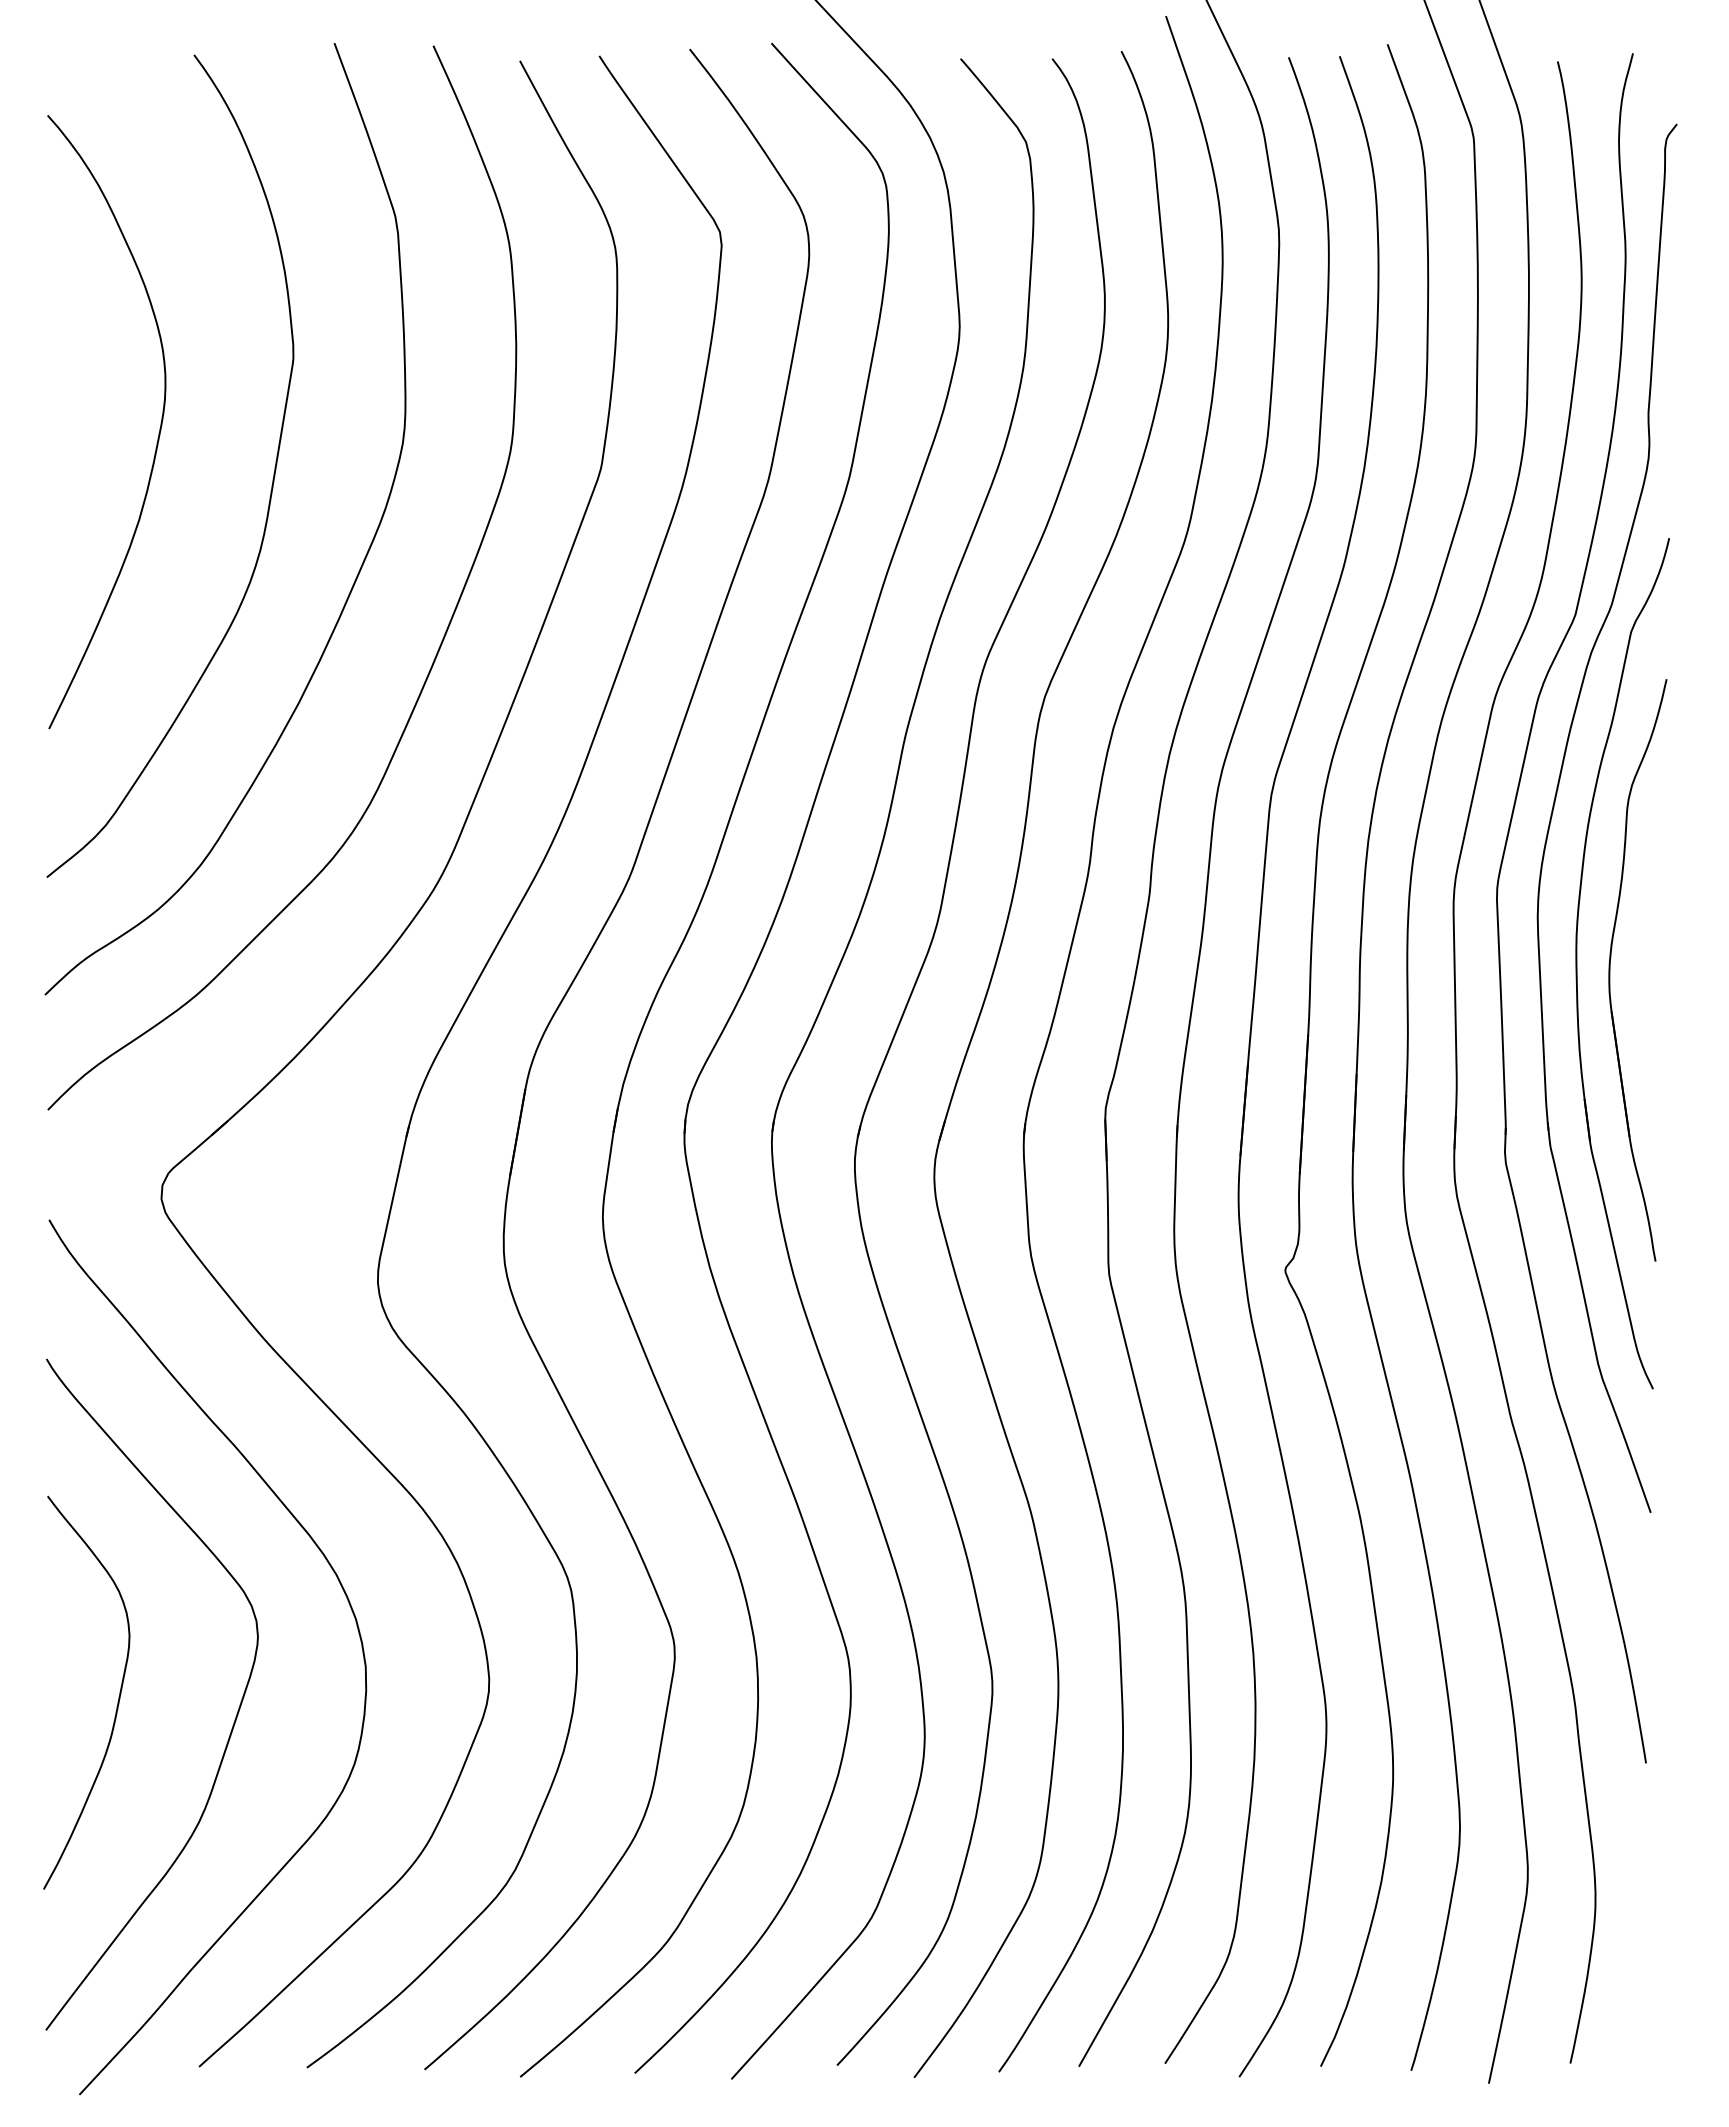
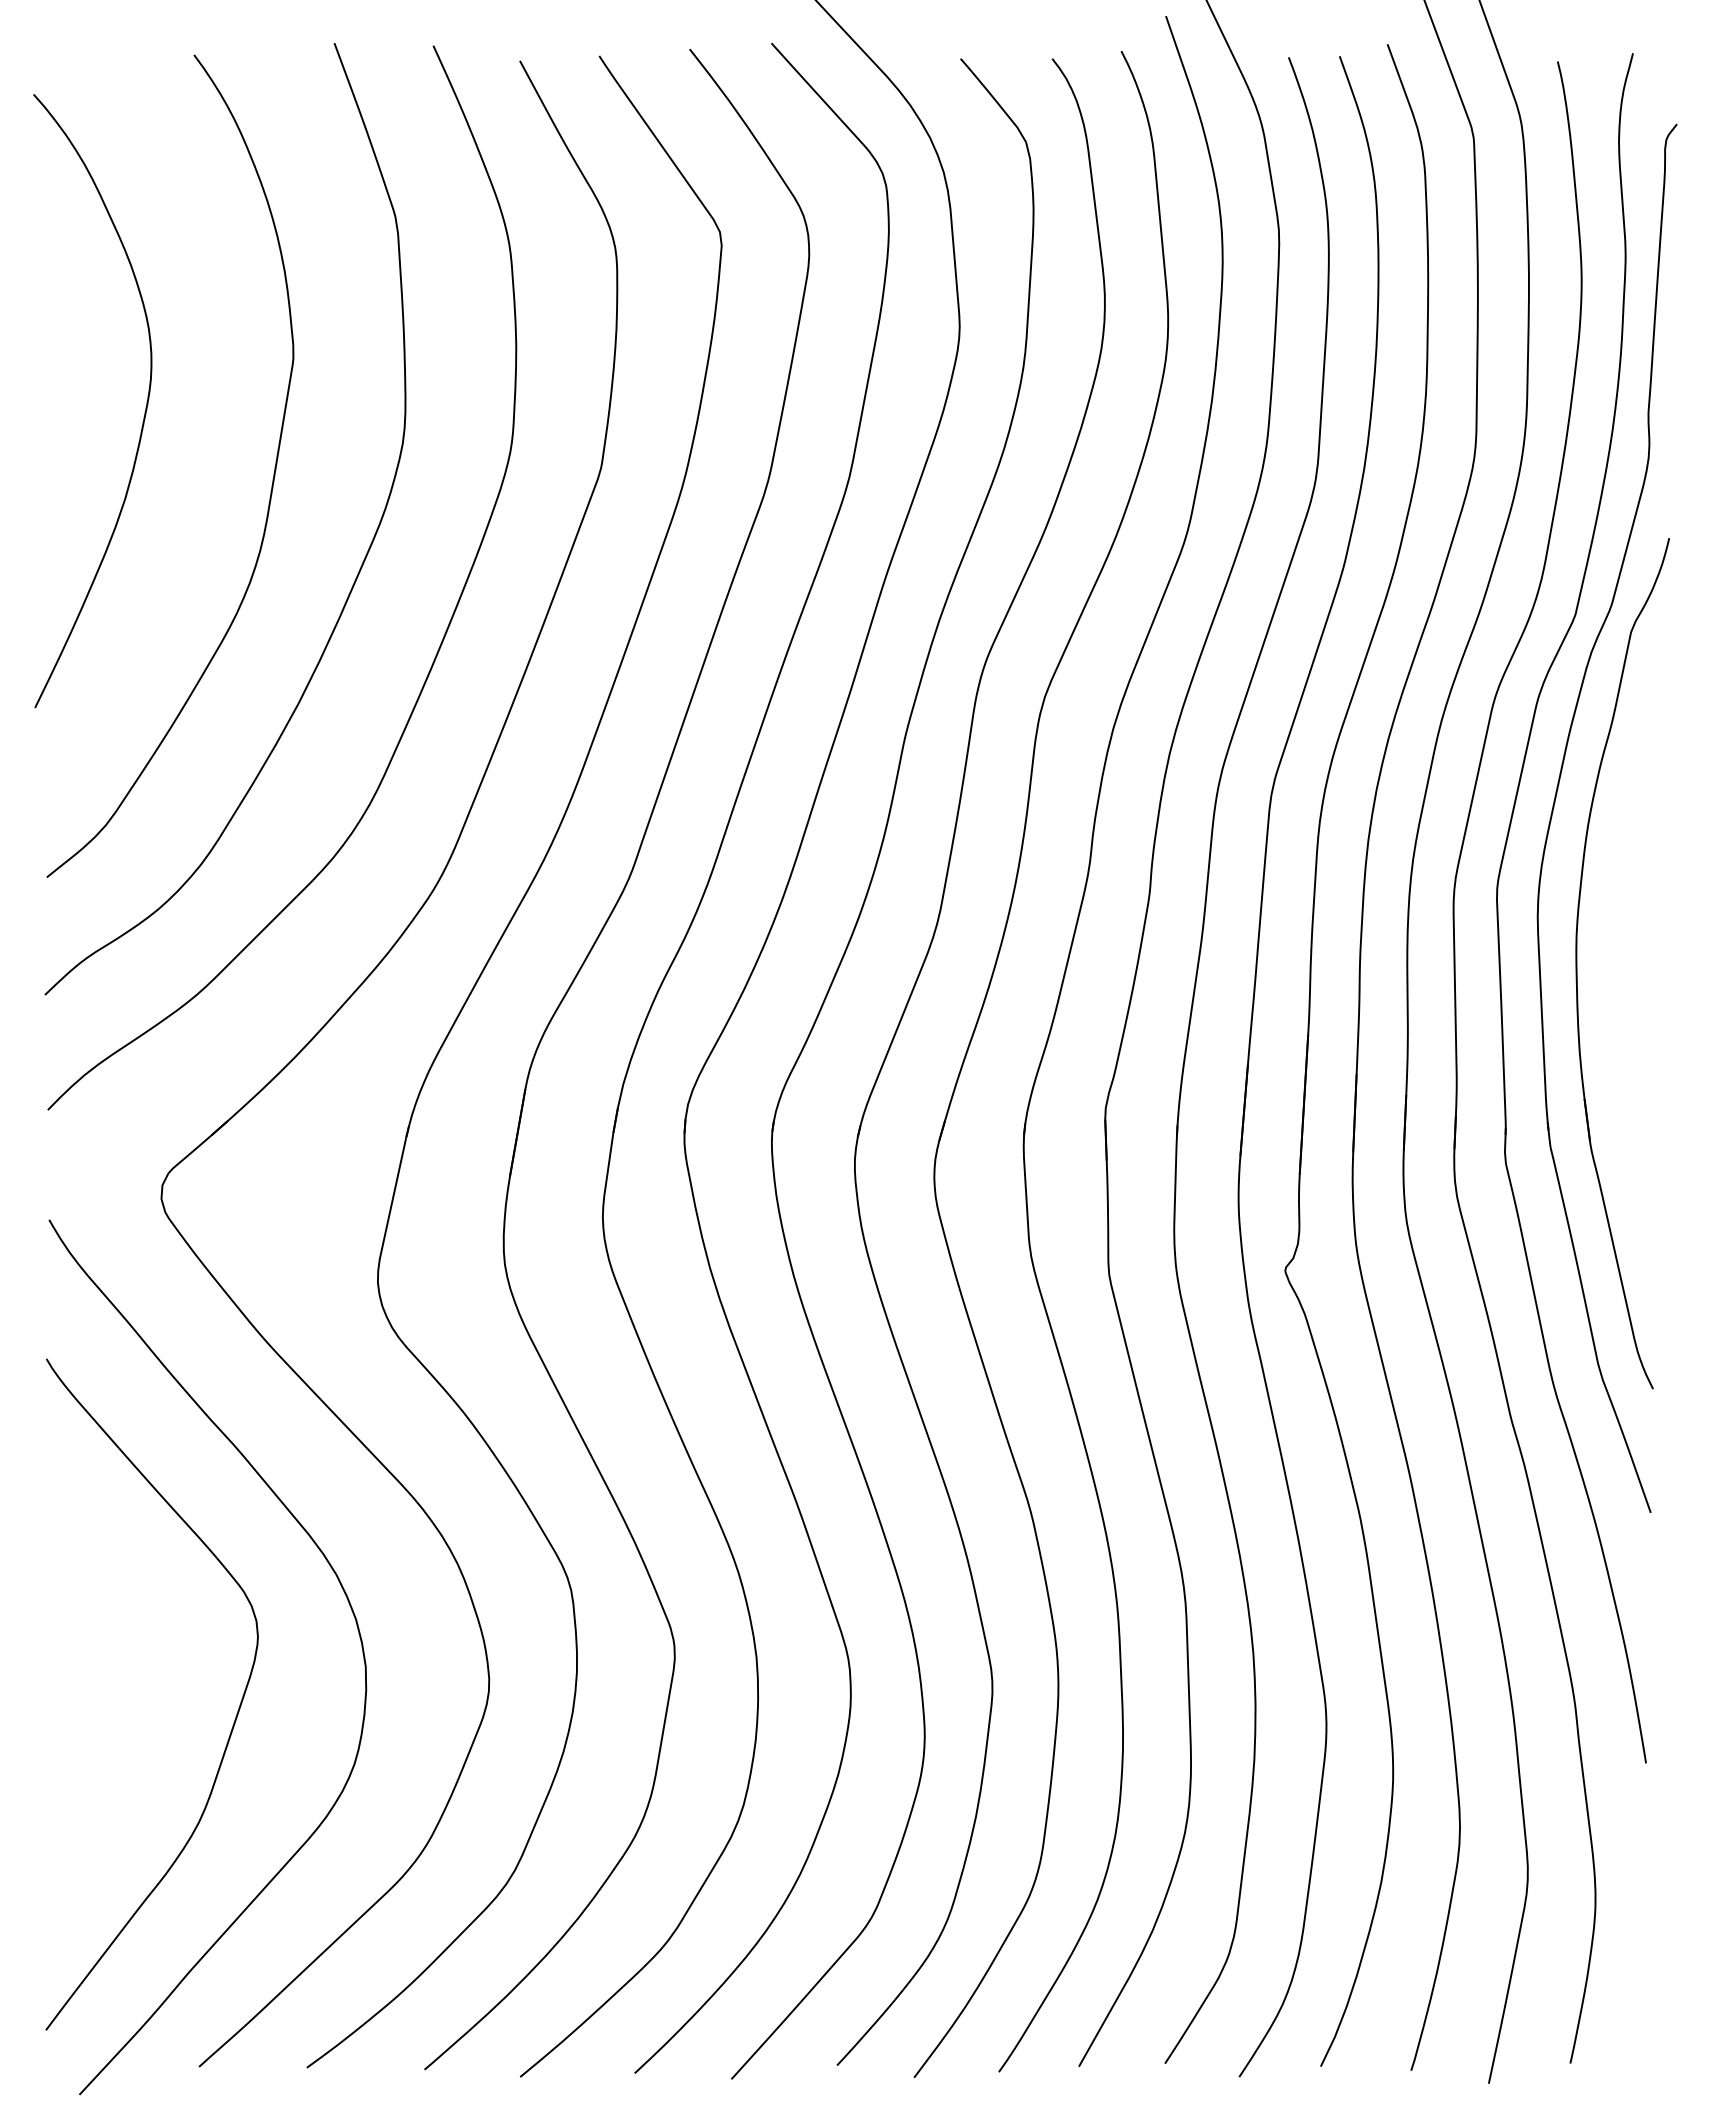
curve at (158, 433) position: (158, 433) -> (144, 412)
part at (1610, 970): present -> none
curve at (118, 1696): present -> none
